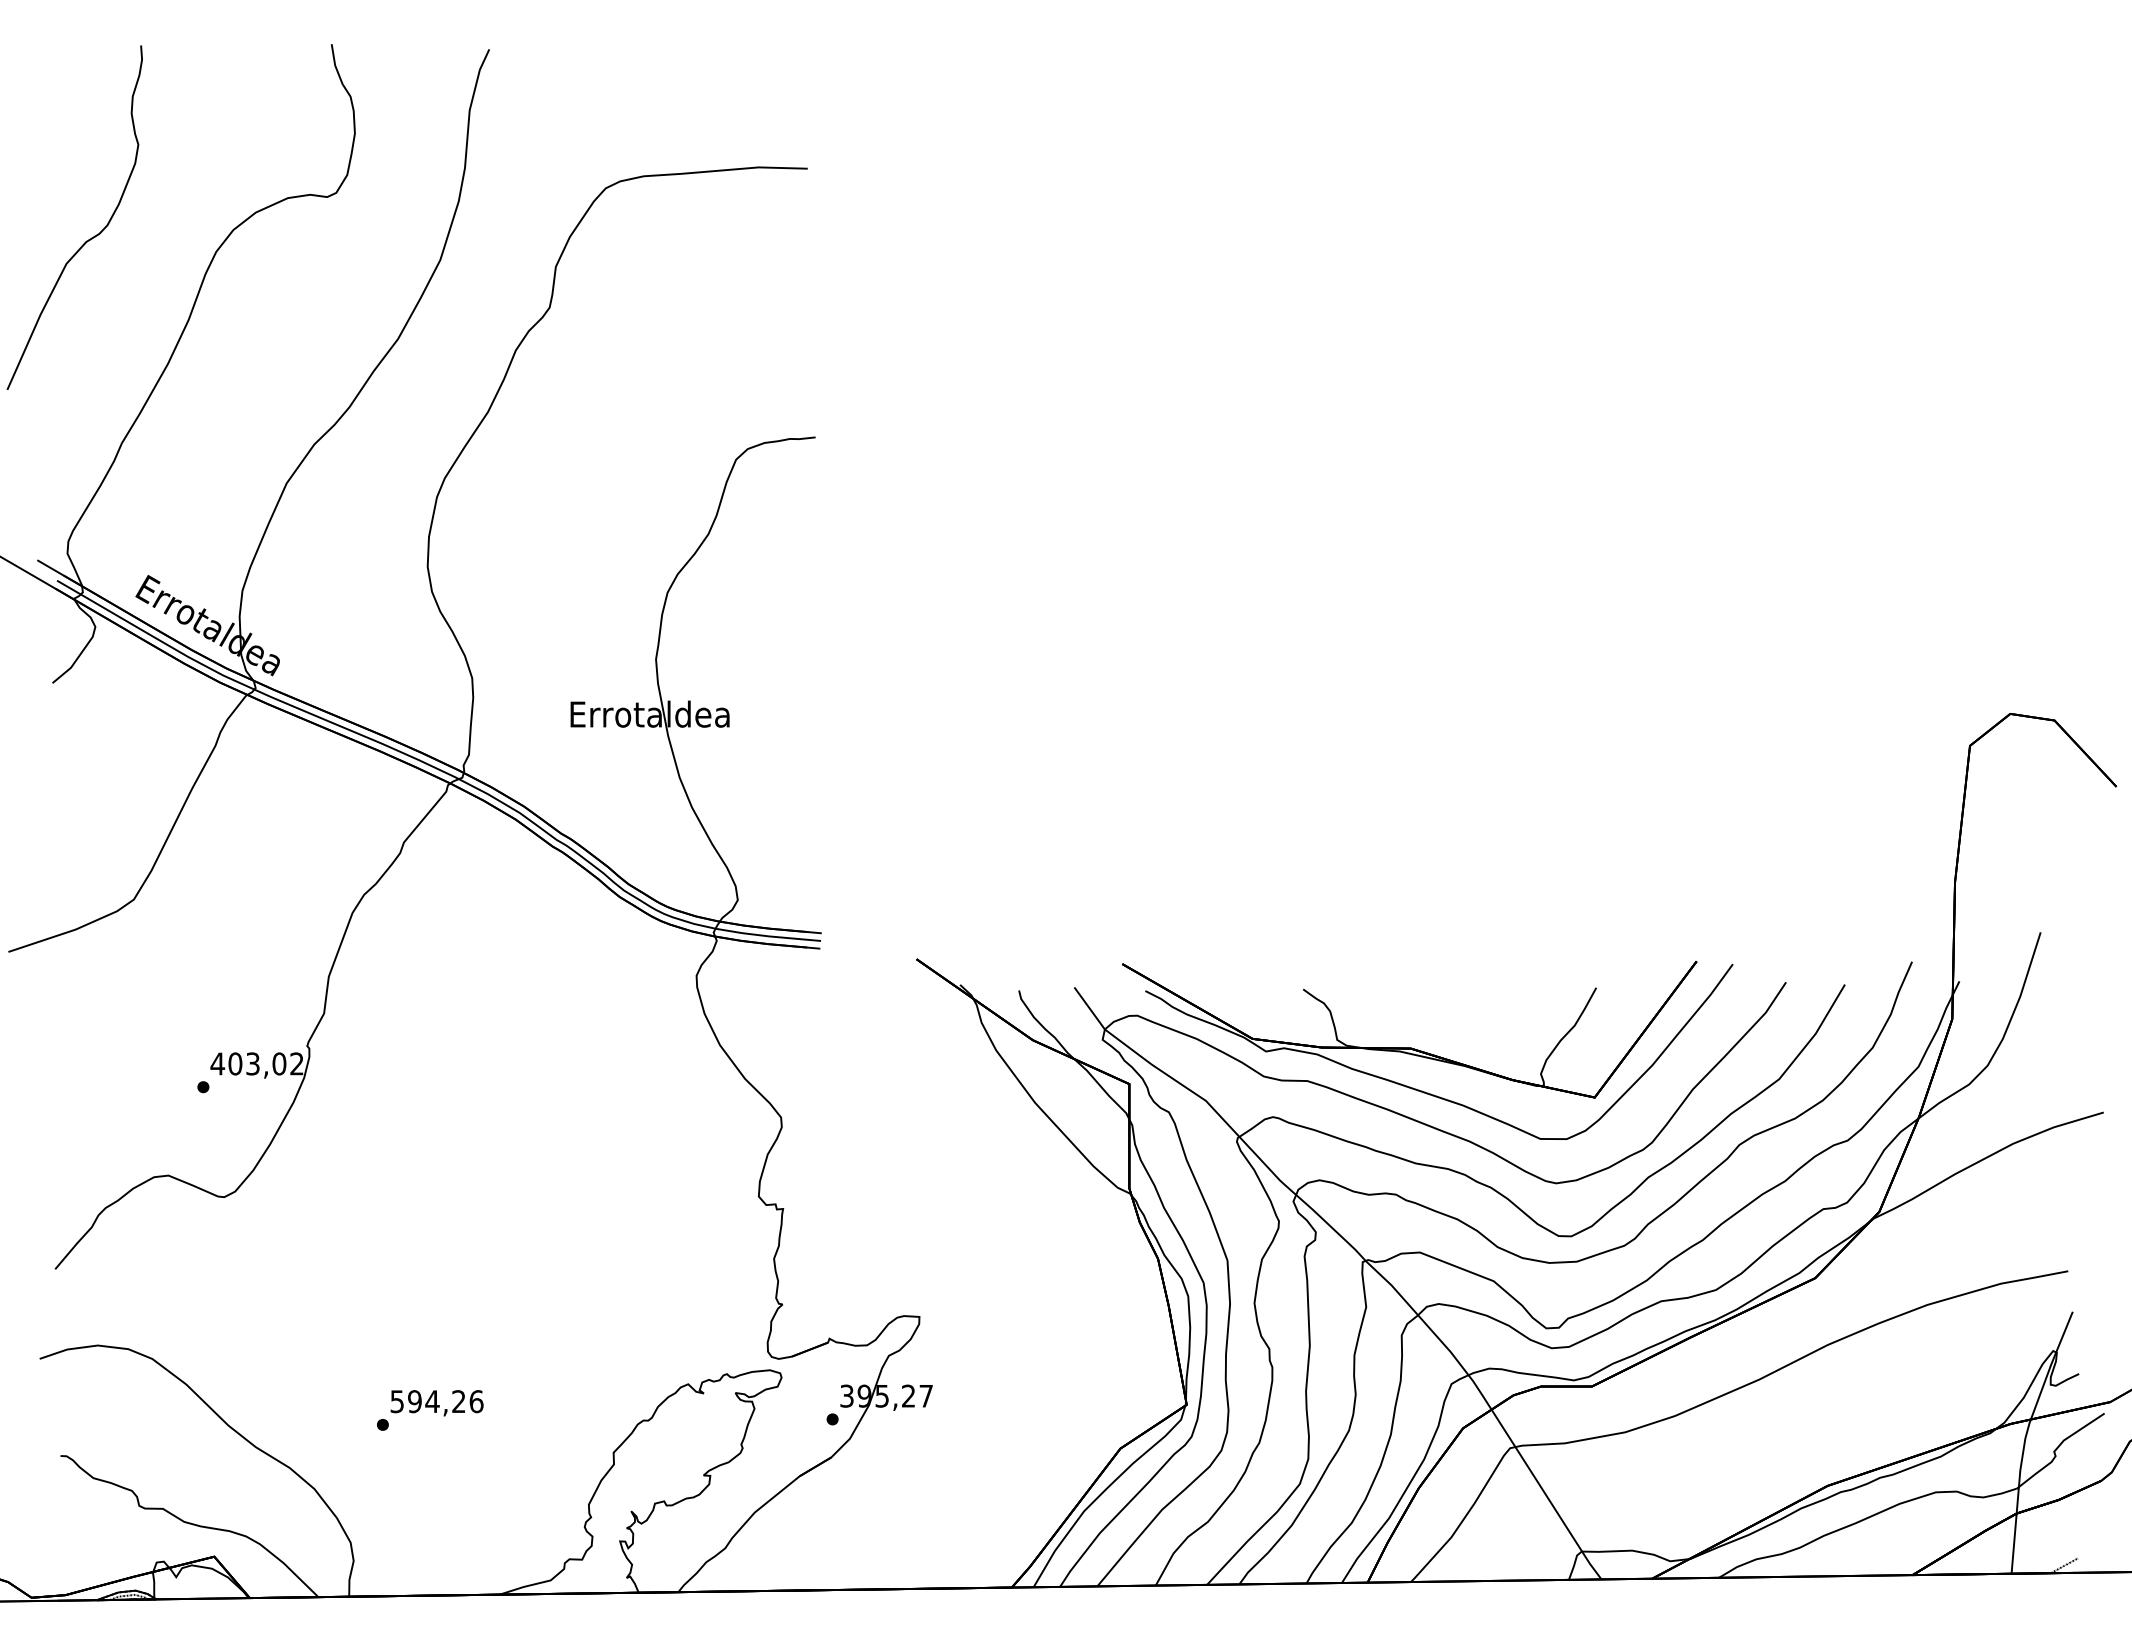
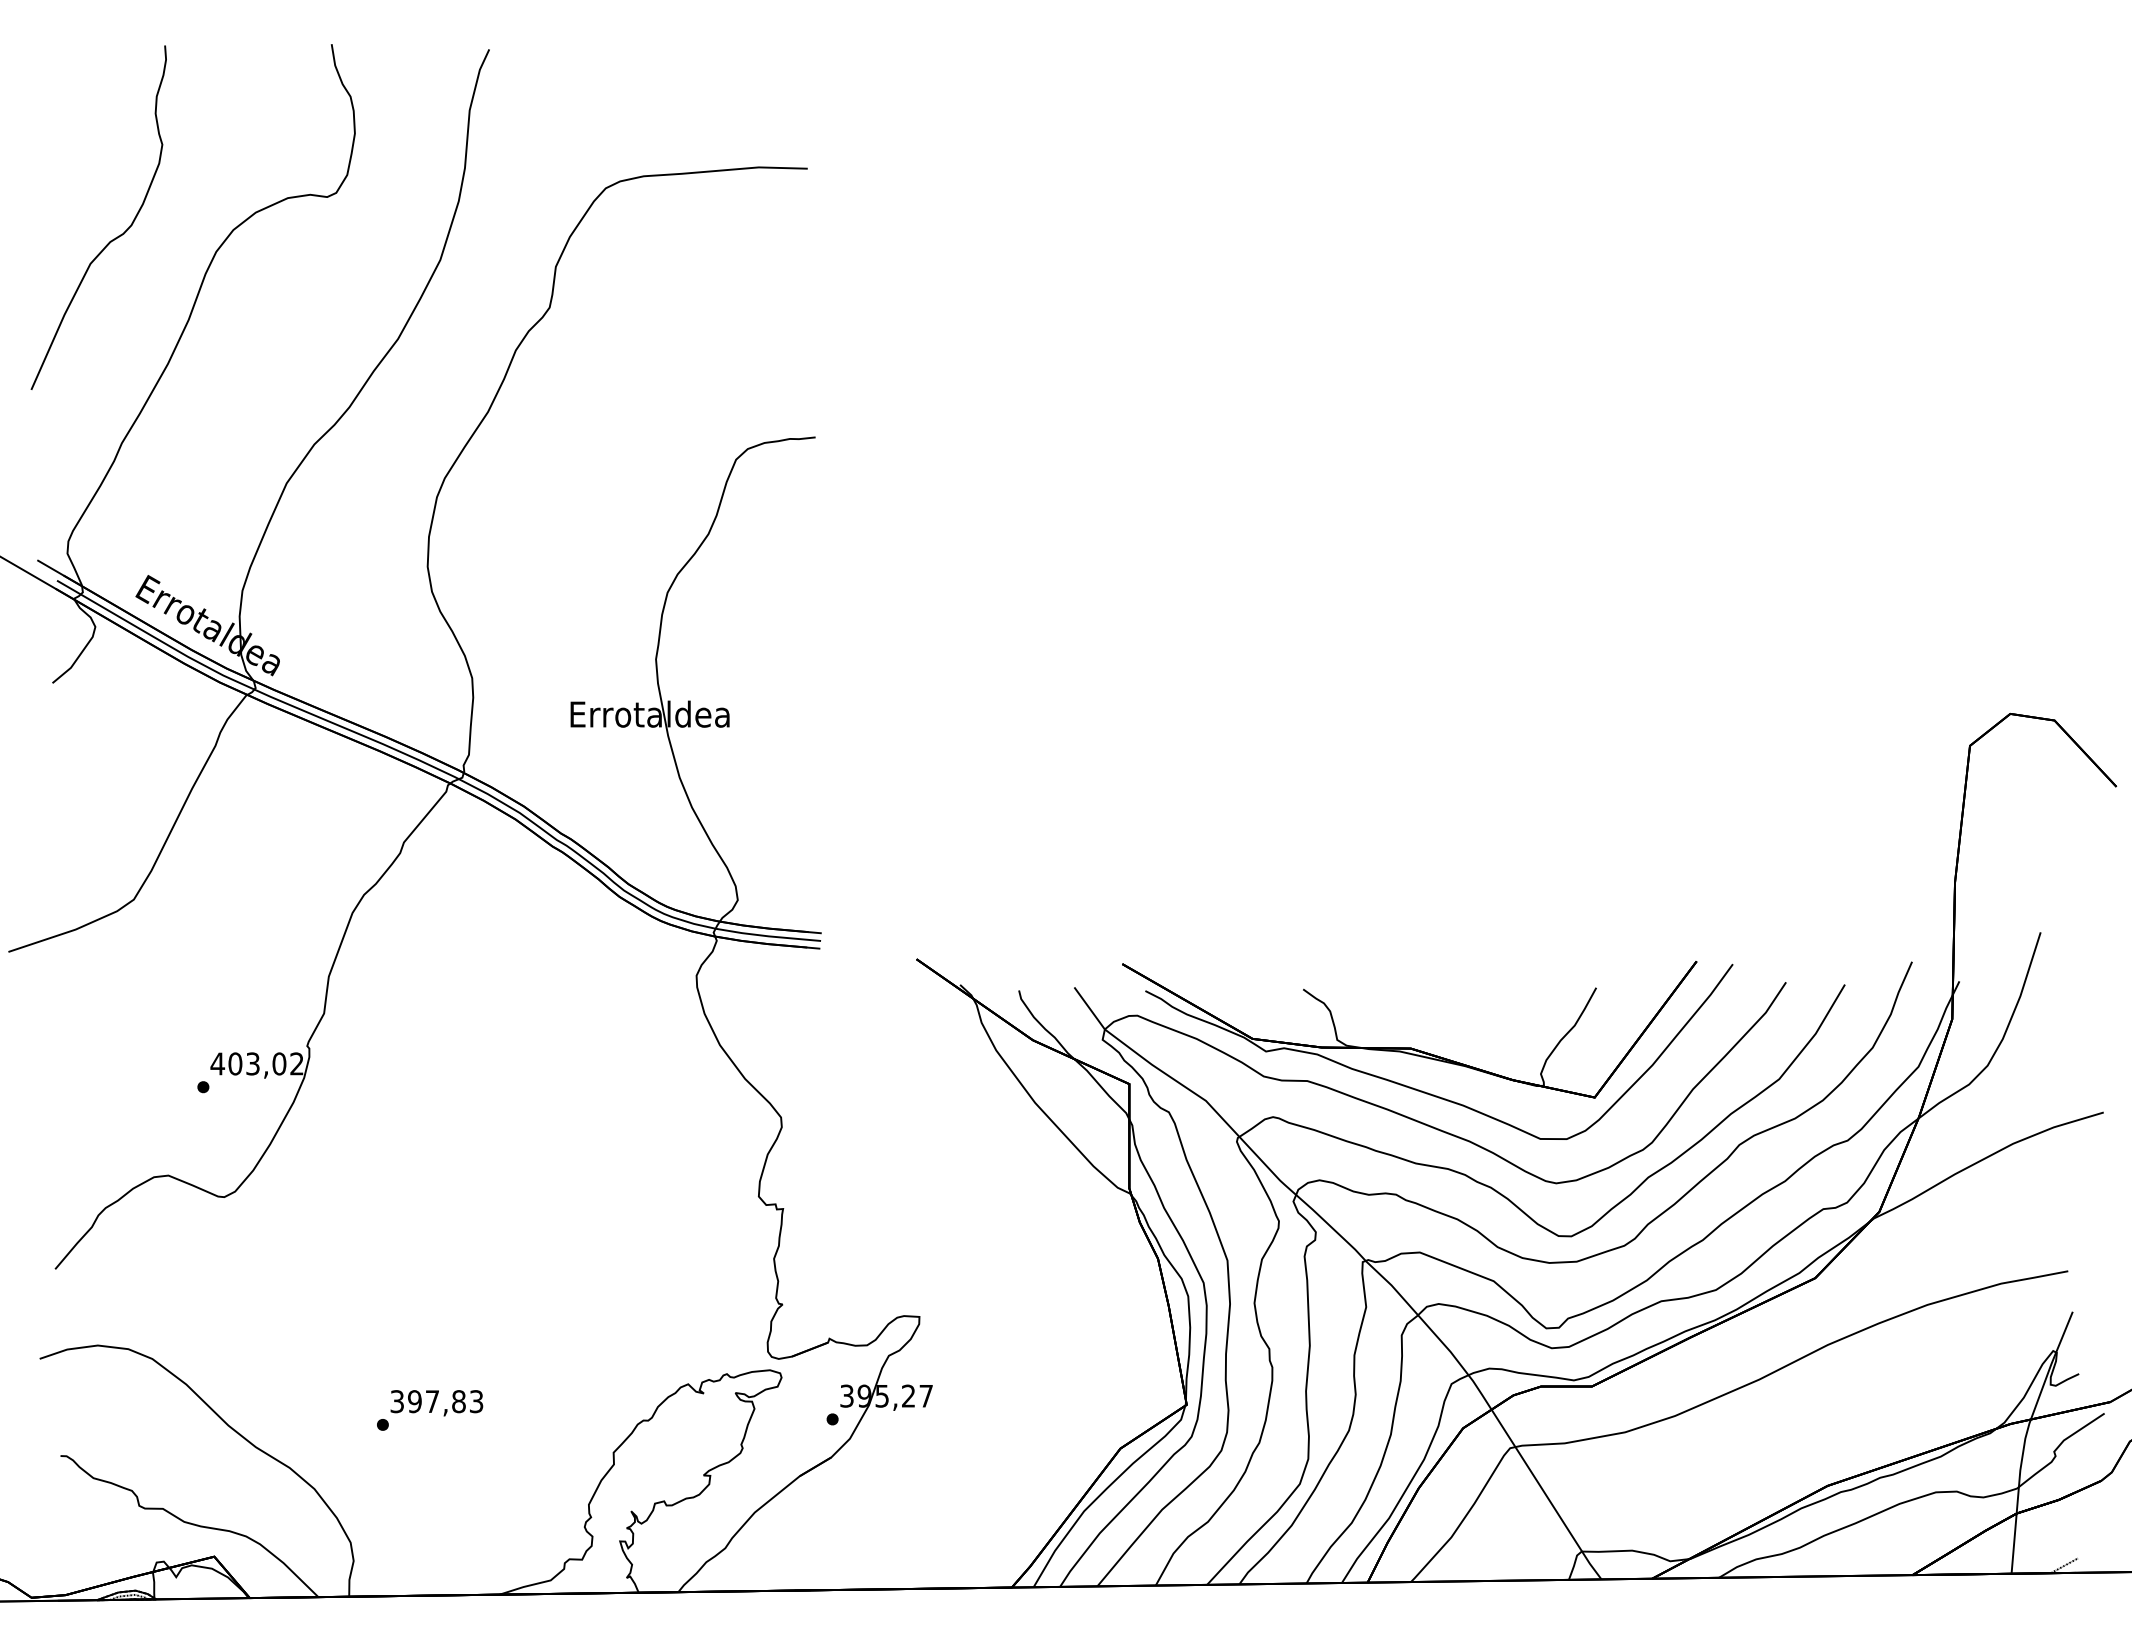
curve at (89, 238) position: (89, 238) -> (113, 238)
text at (437, 1401): 594,26 -> 397,83
